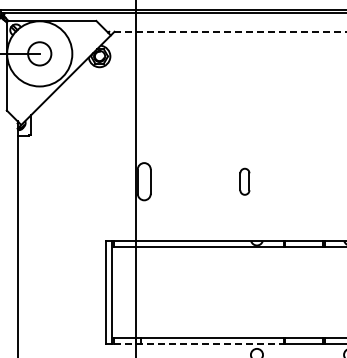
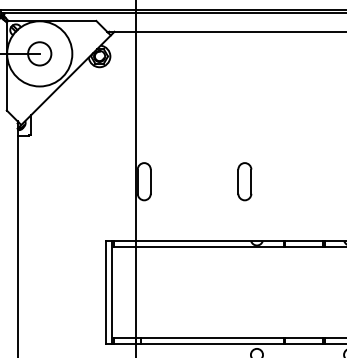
line at (226, 31): dashed -> solid
part at (244, 181) size: 12x29 px -> 16x40 px
line at (198, 343): dashed -> solid
